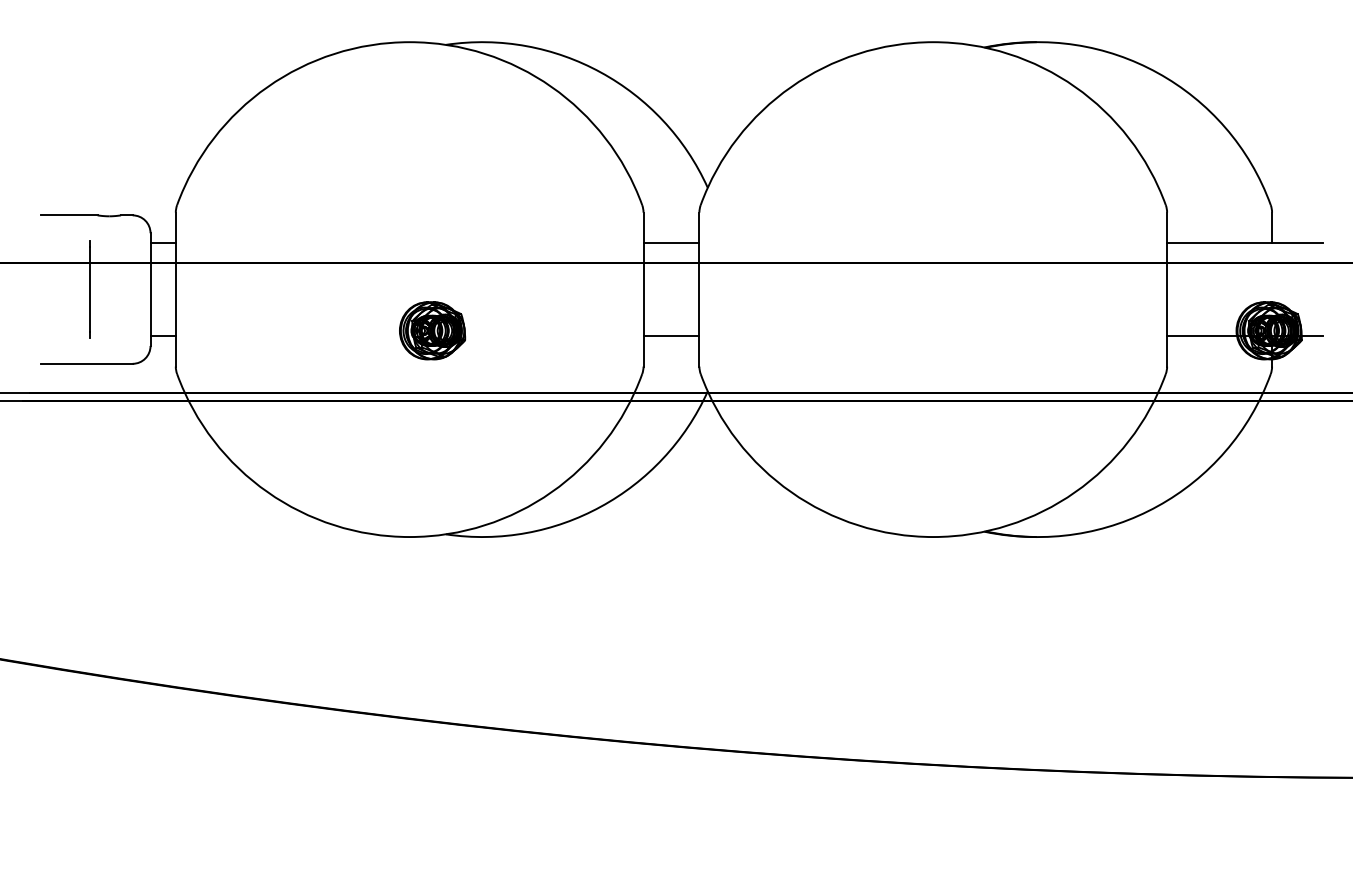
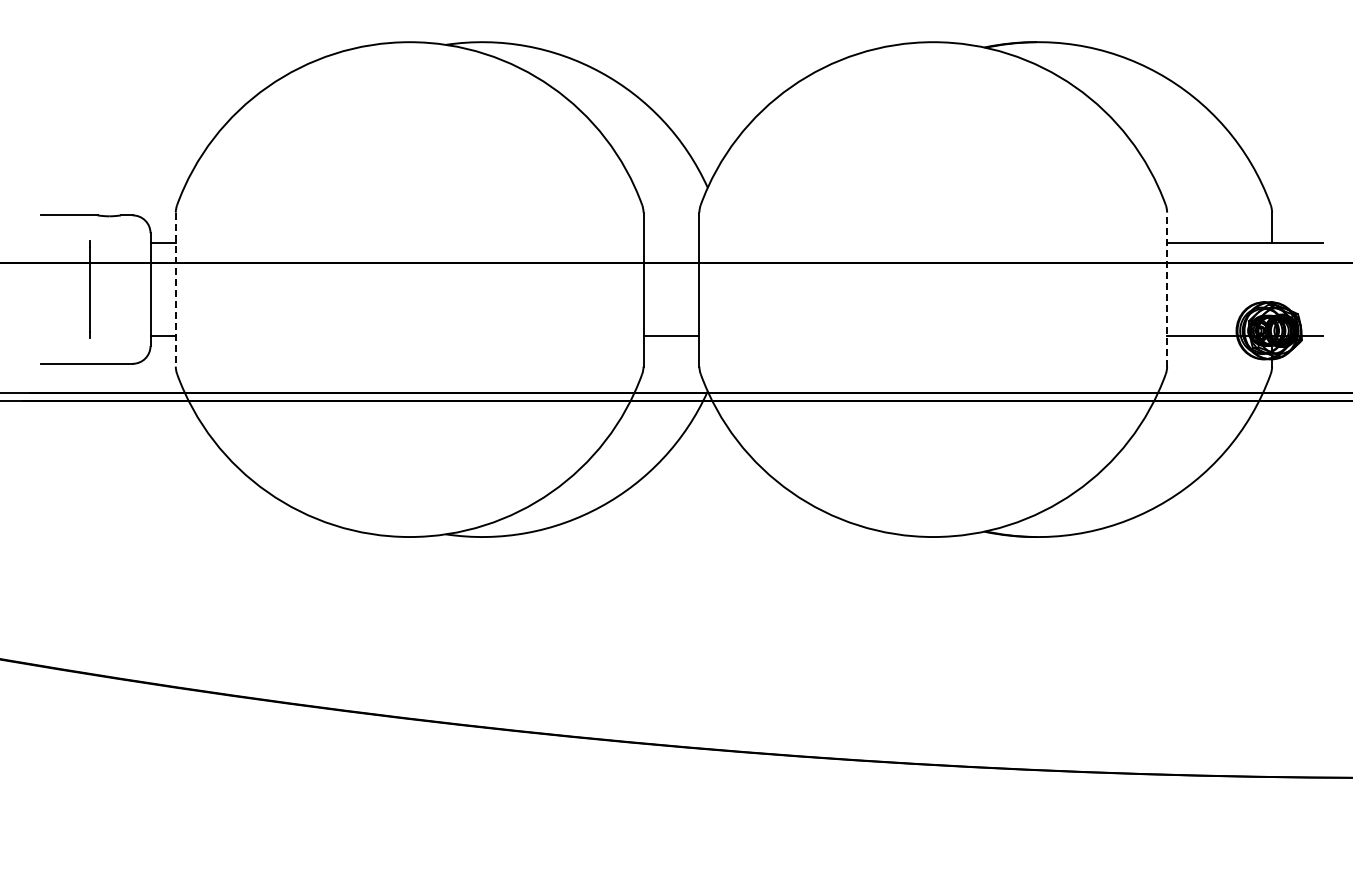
line at (671, 243): present -> none
line at (175, 289): solid -> dashed
line at (1167, 289): solid -> dashed
part at (432, 330): present -> none
